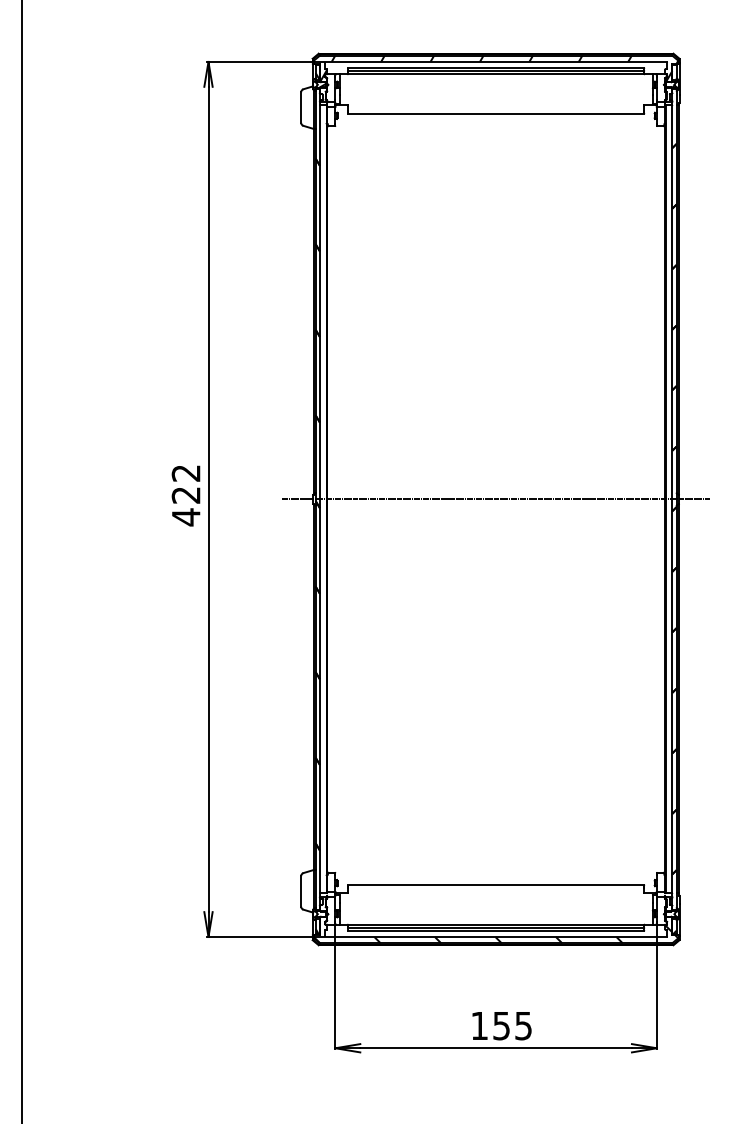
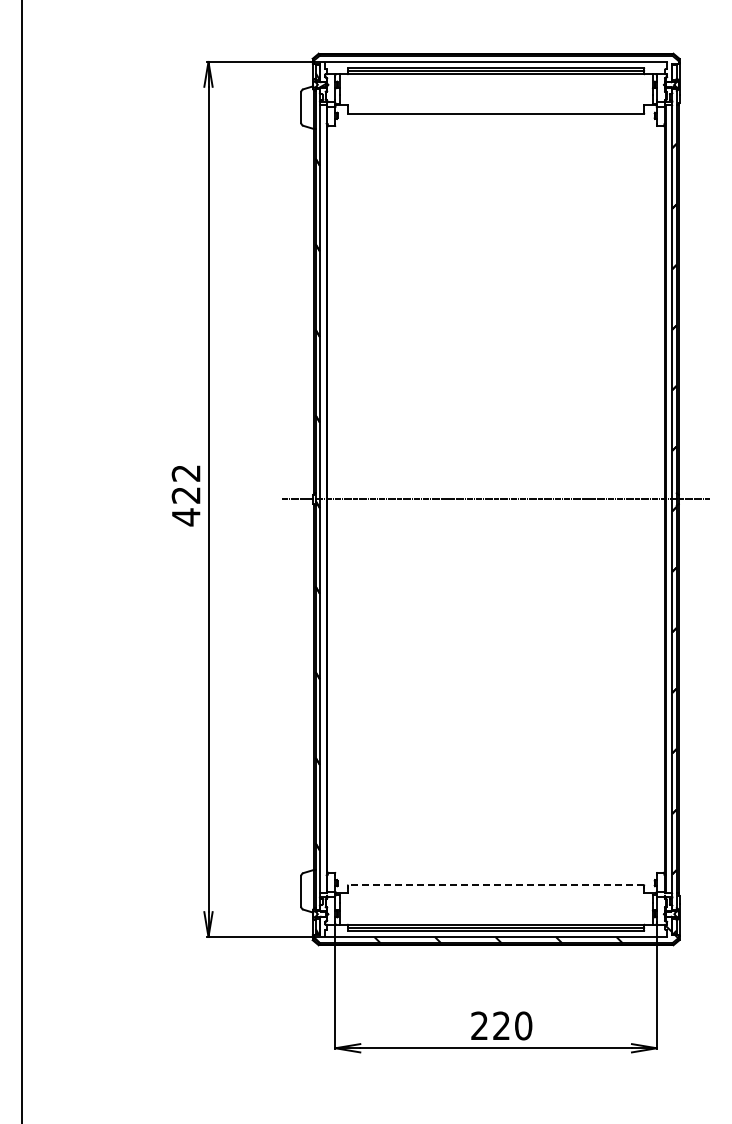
hatch at (499, 68): present -> none
line at (496, 885): solid -> dashed
text at (501, 1025): 155 -> 220
